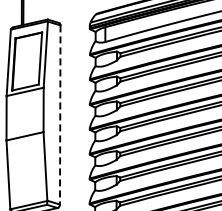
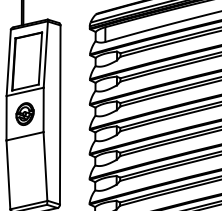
part at (24, 113): none -> present
line at (60, 115): dashed -> solid
